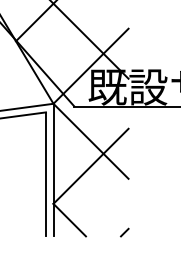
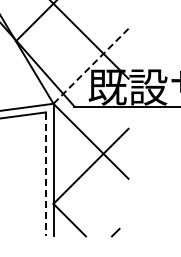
line at (90, 66): solid -> dashed
line at (46, 174): solid -> dashed
line at (124, 232) position: (124, 232) -> (115, 232)
